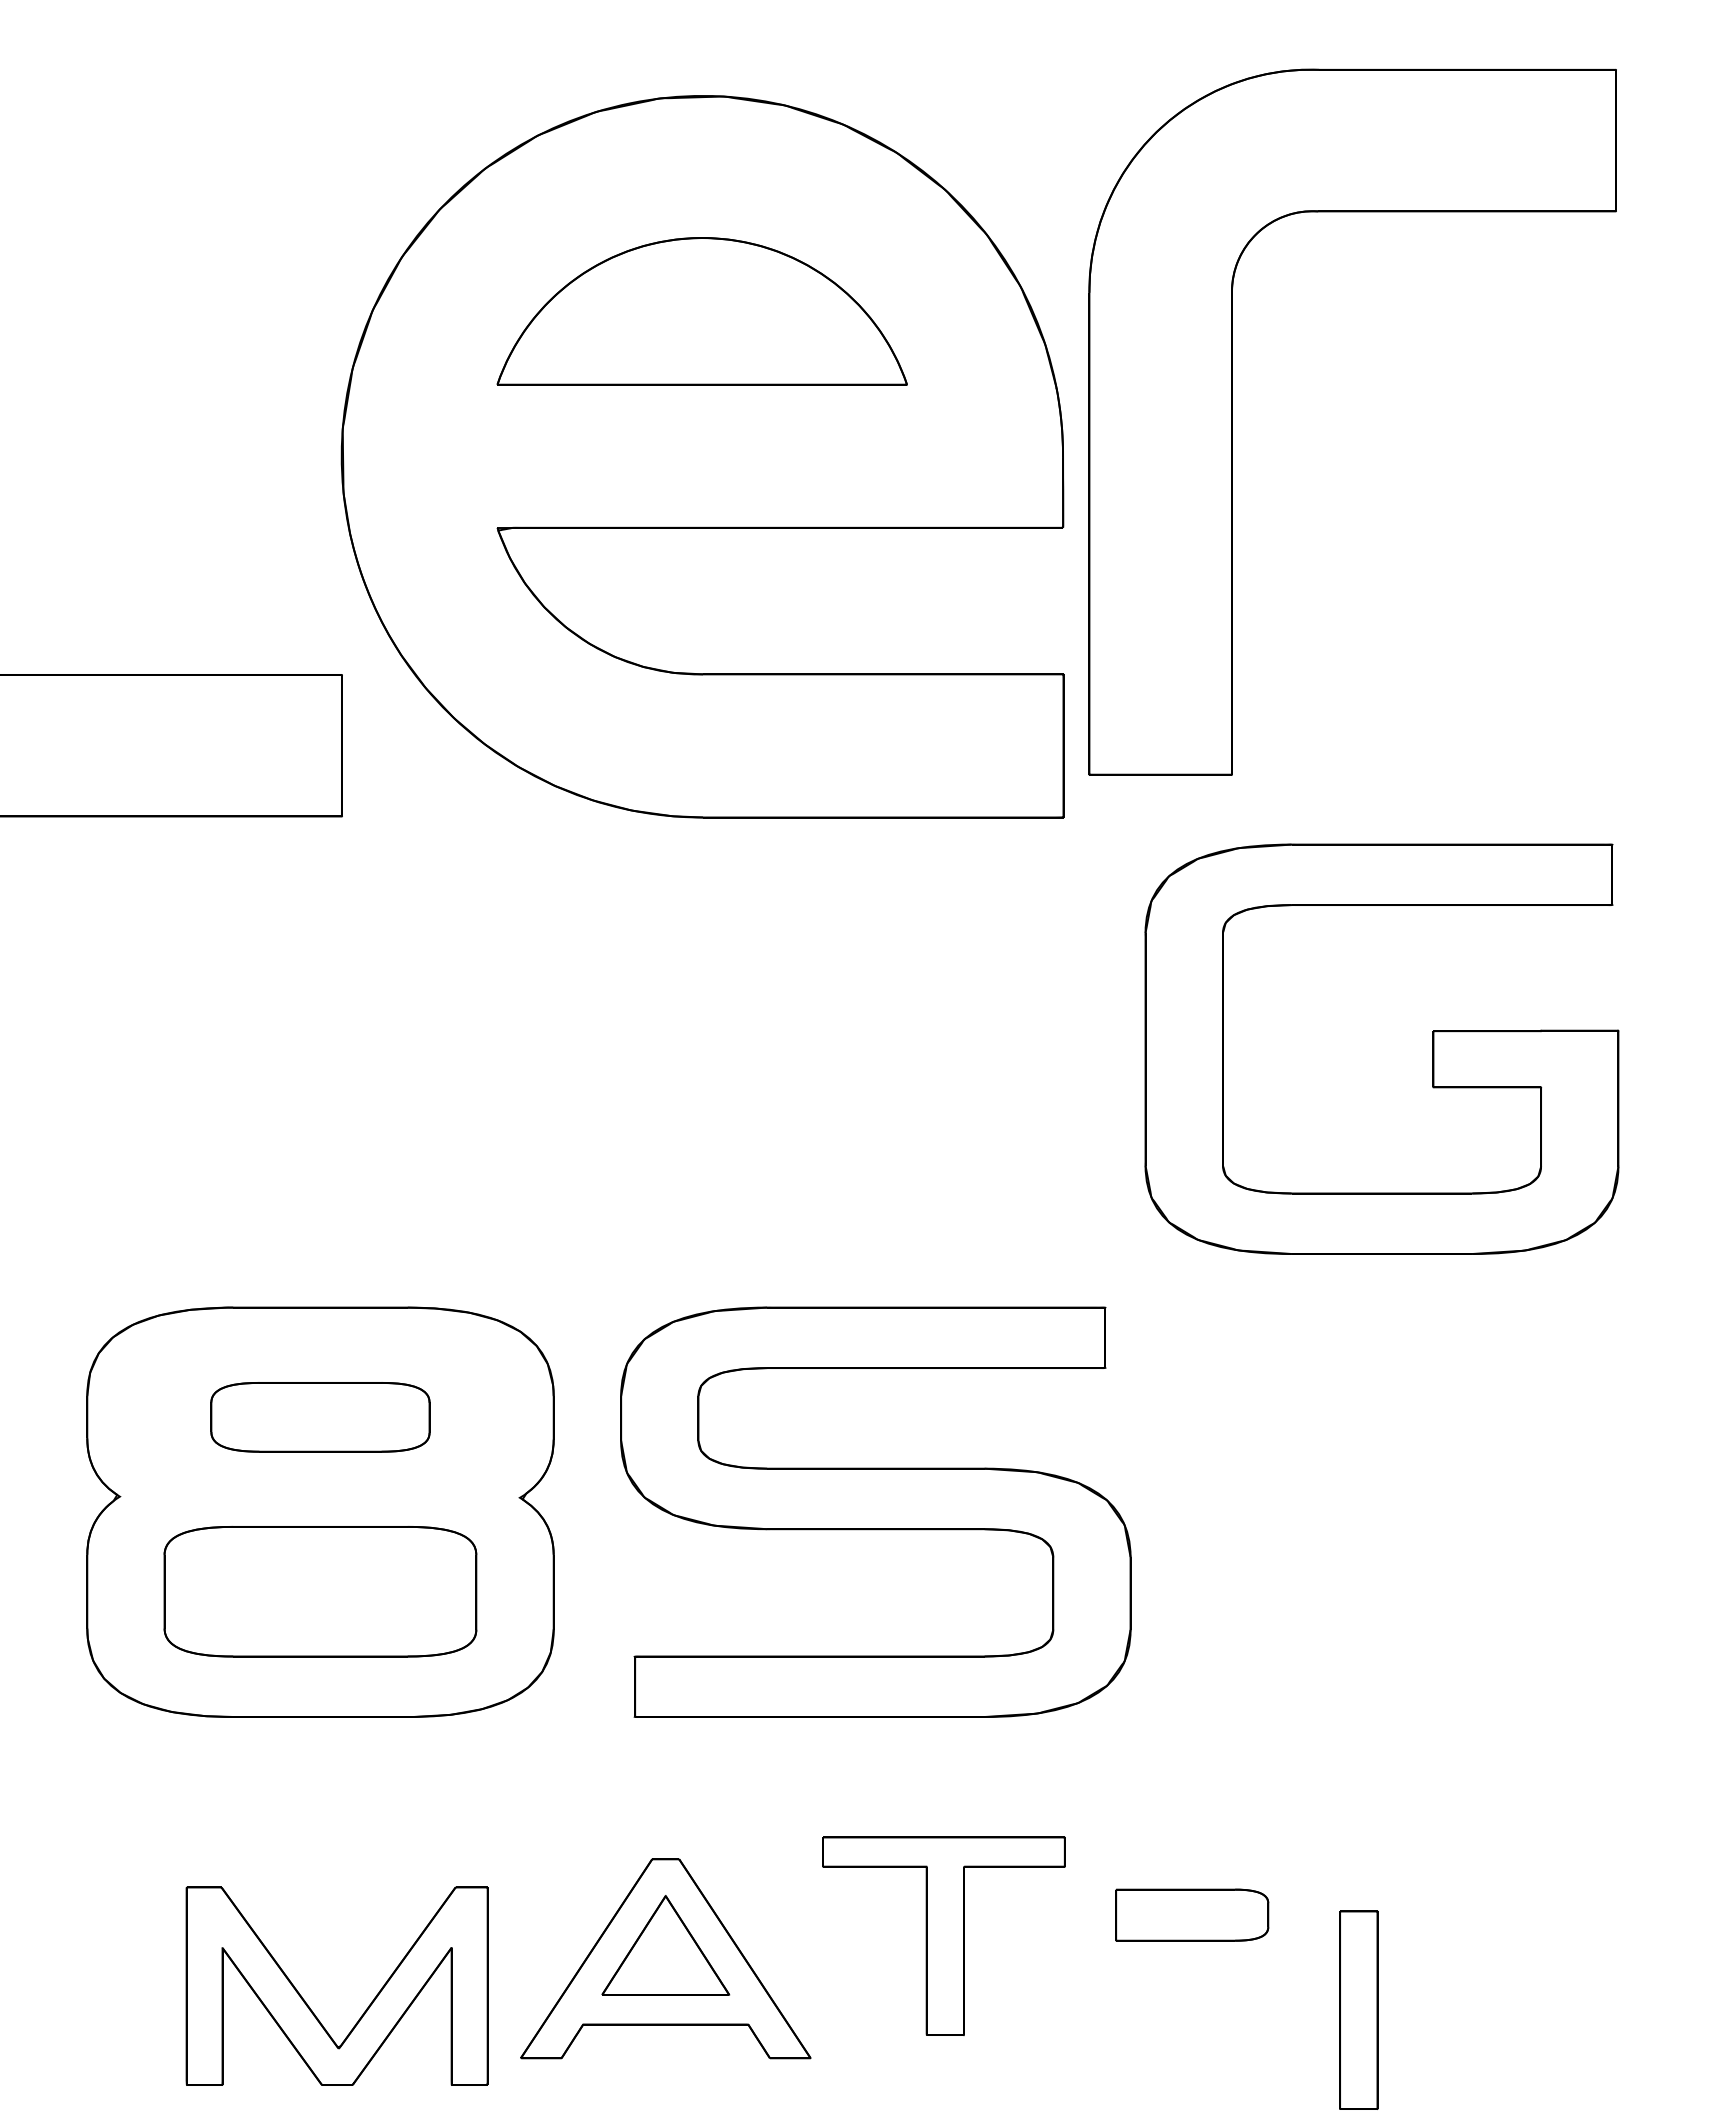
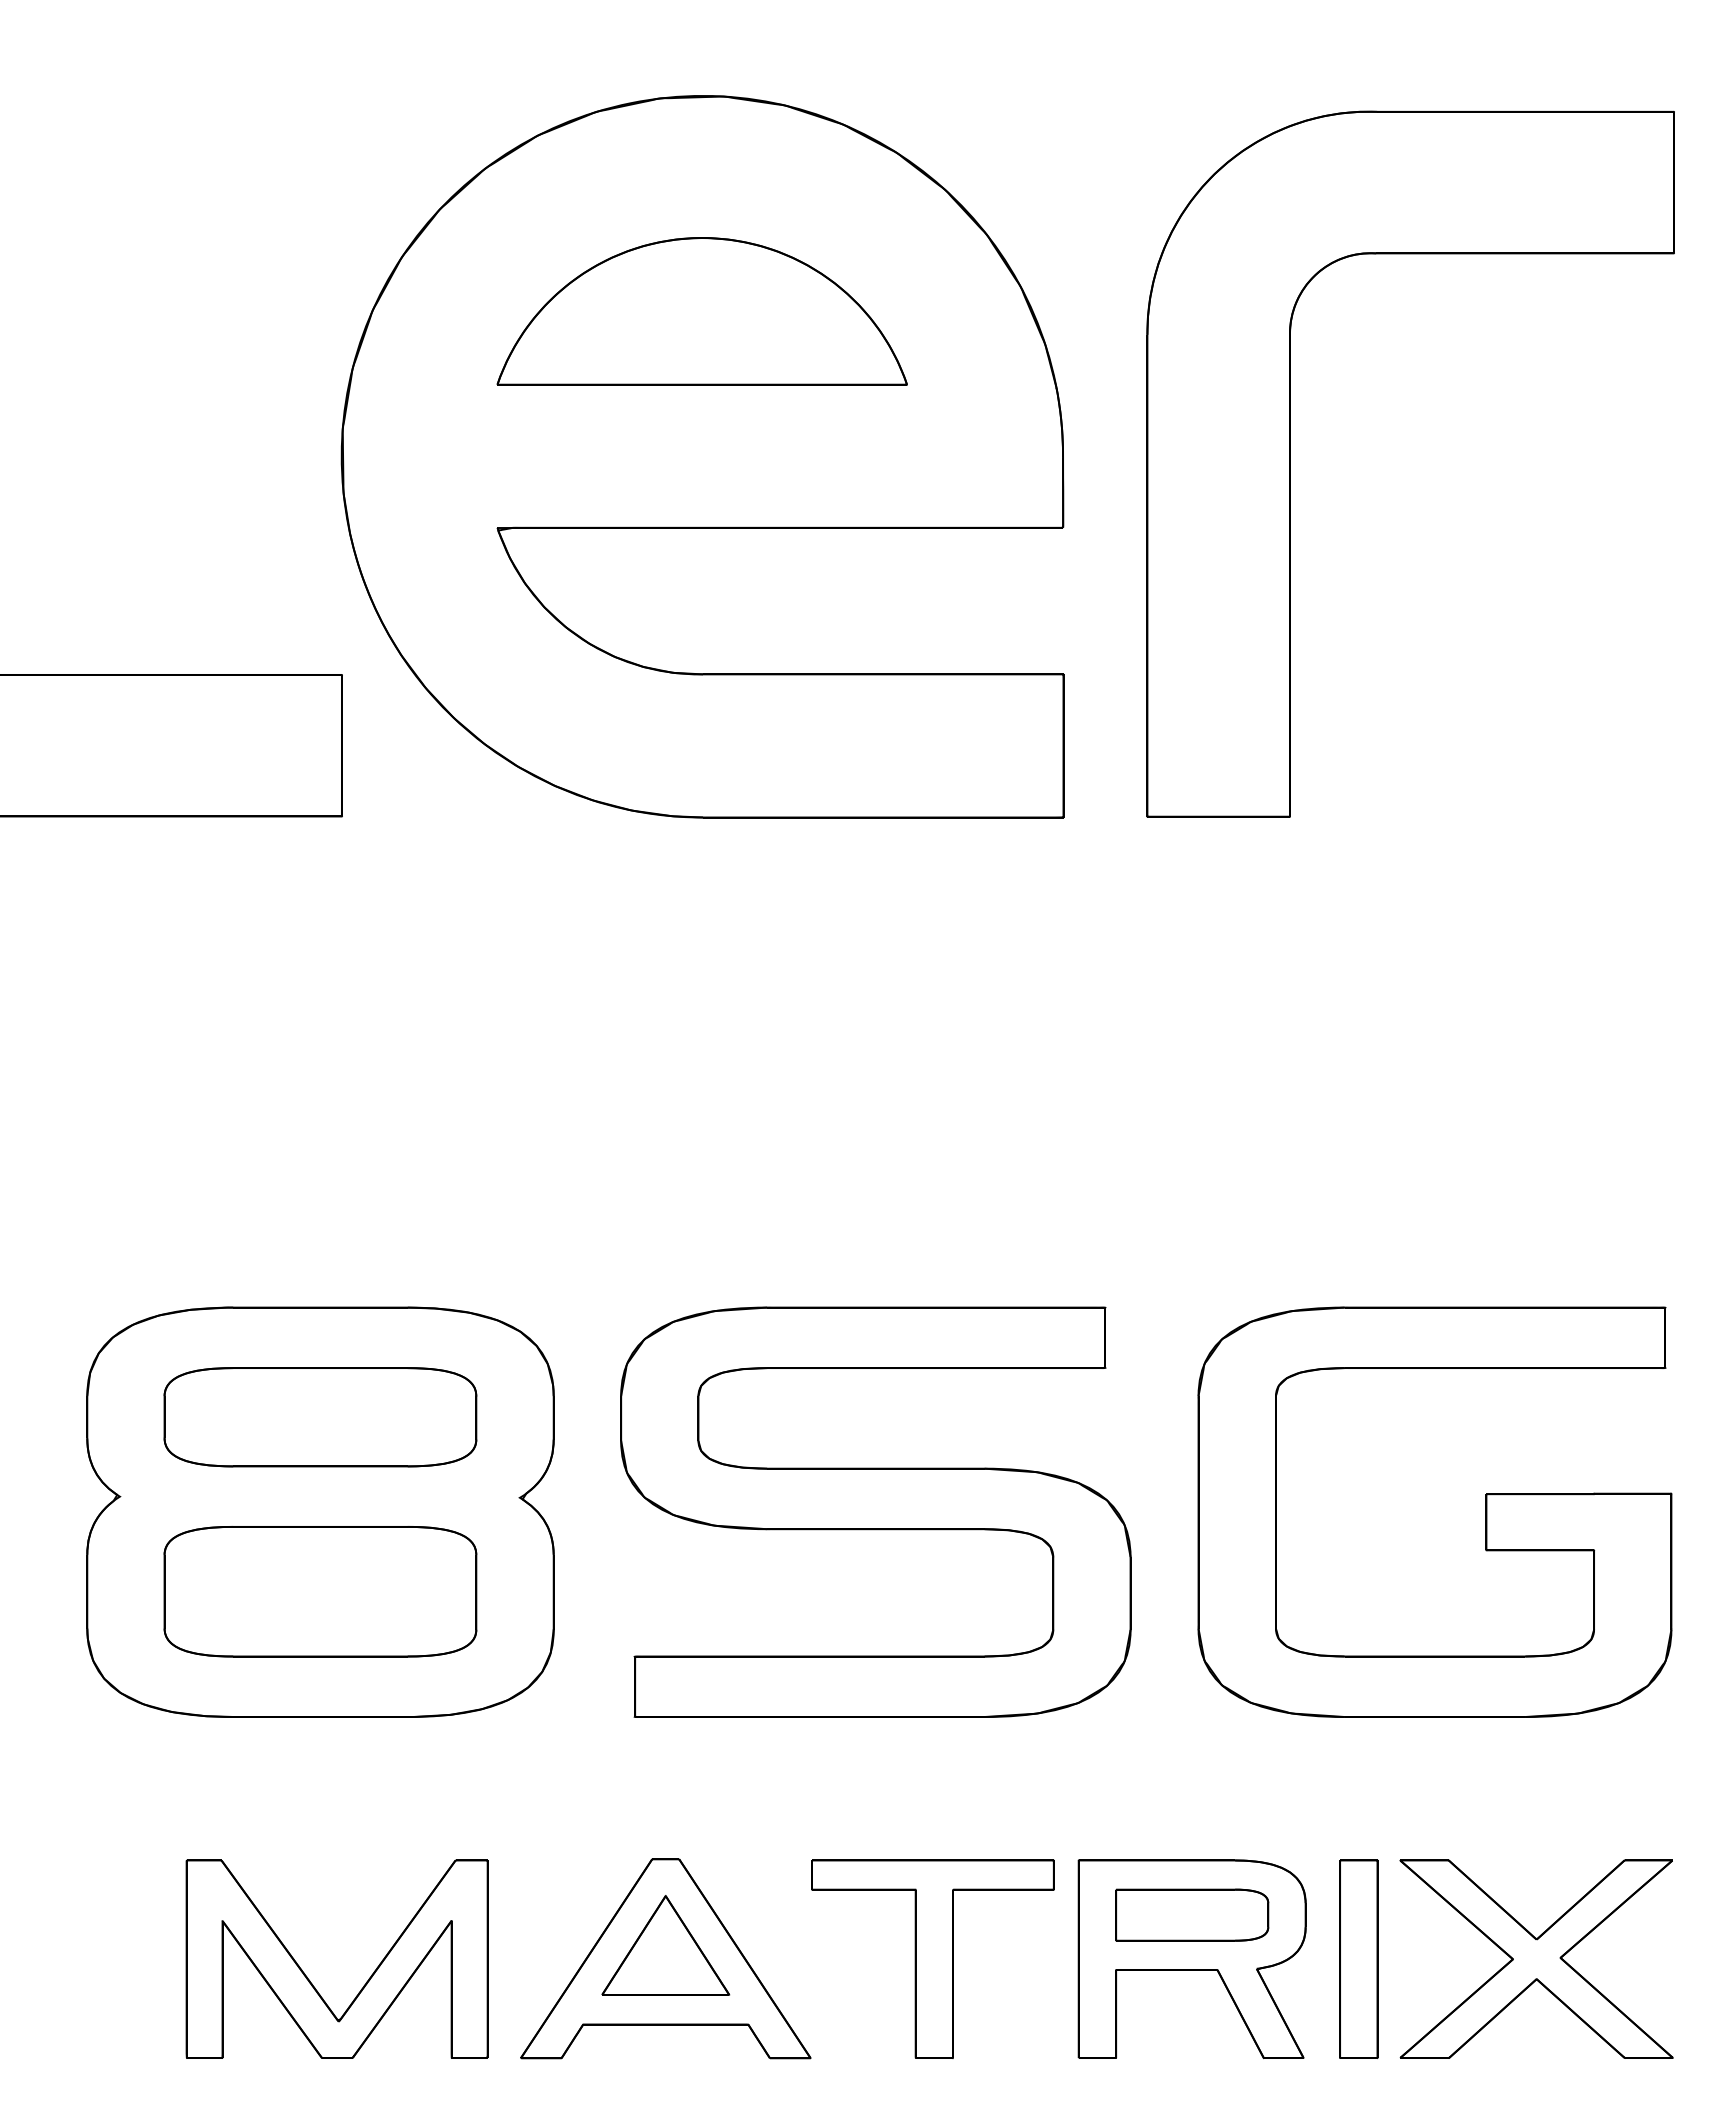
part at (1232, 421) position: (1232, 421) -> (1290, 463)
part at (1432, 1048) position: (1432, 1048) -> (1485, 1511)
part at (320, 1417) size: 221x71 px -> 315x101 px
part at (943, 1935) position: (943, 1935) -> (932, 1958)
part at (1191, 1958): none -> present
part at (1536, 1958): none -> present
part at (310, 2007) position: (310, 2007) -> (310, 1980)
part at (1358, 2009) position: (1358, 2009) -> (1358, 1958)
